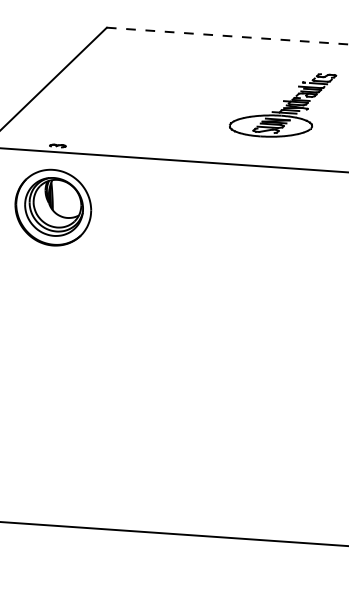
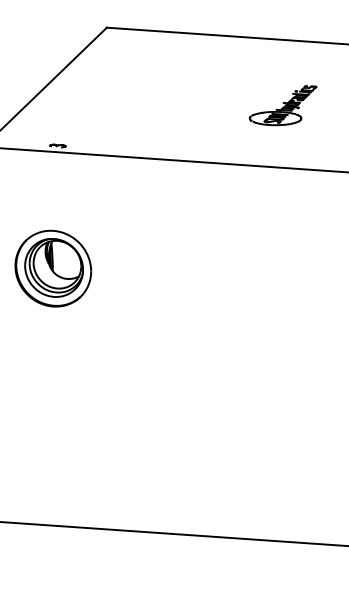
line at (227, 36): dashed -> solid
part at (283, 105) size: 109x65 px -> 69x42 px
part at (53, 207) position: (53, 207) -> (53, 268)
